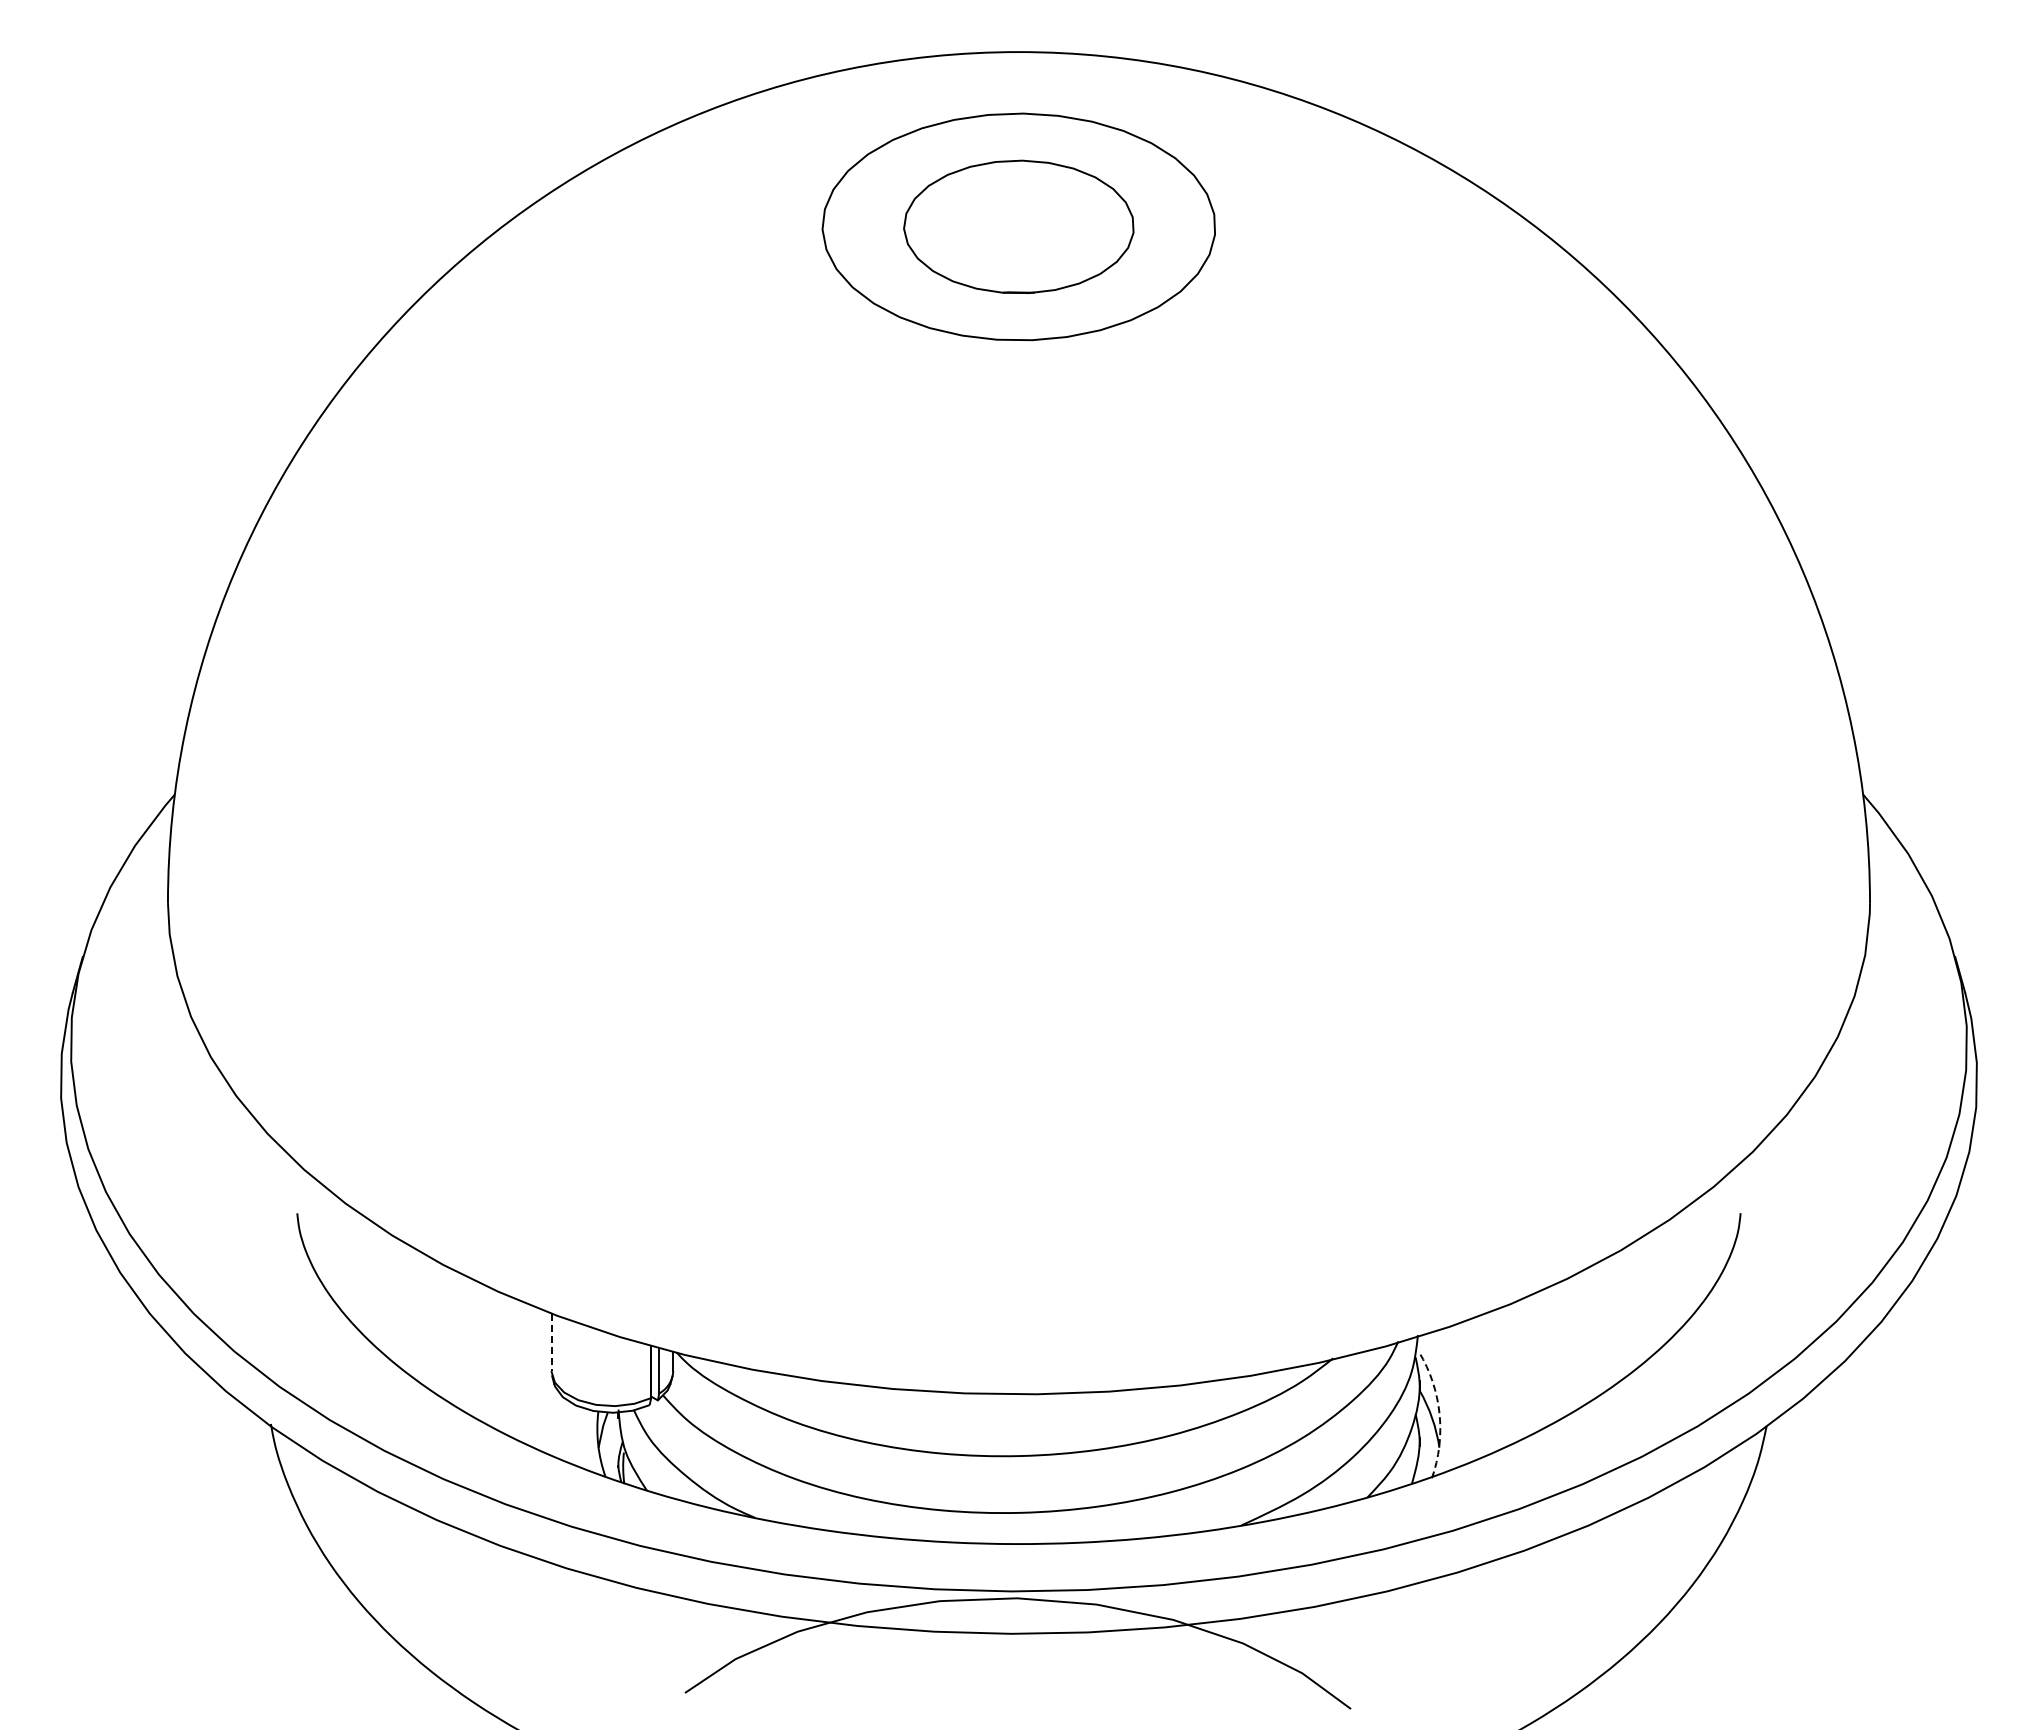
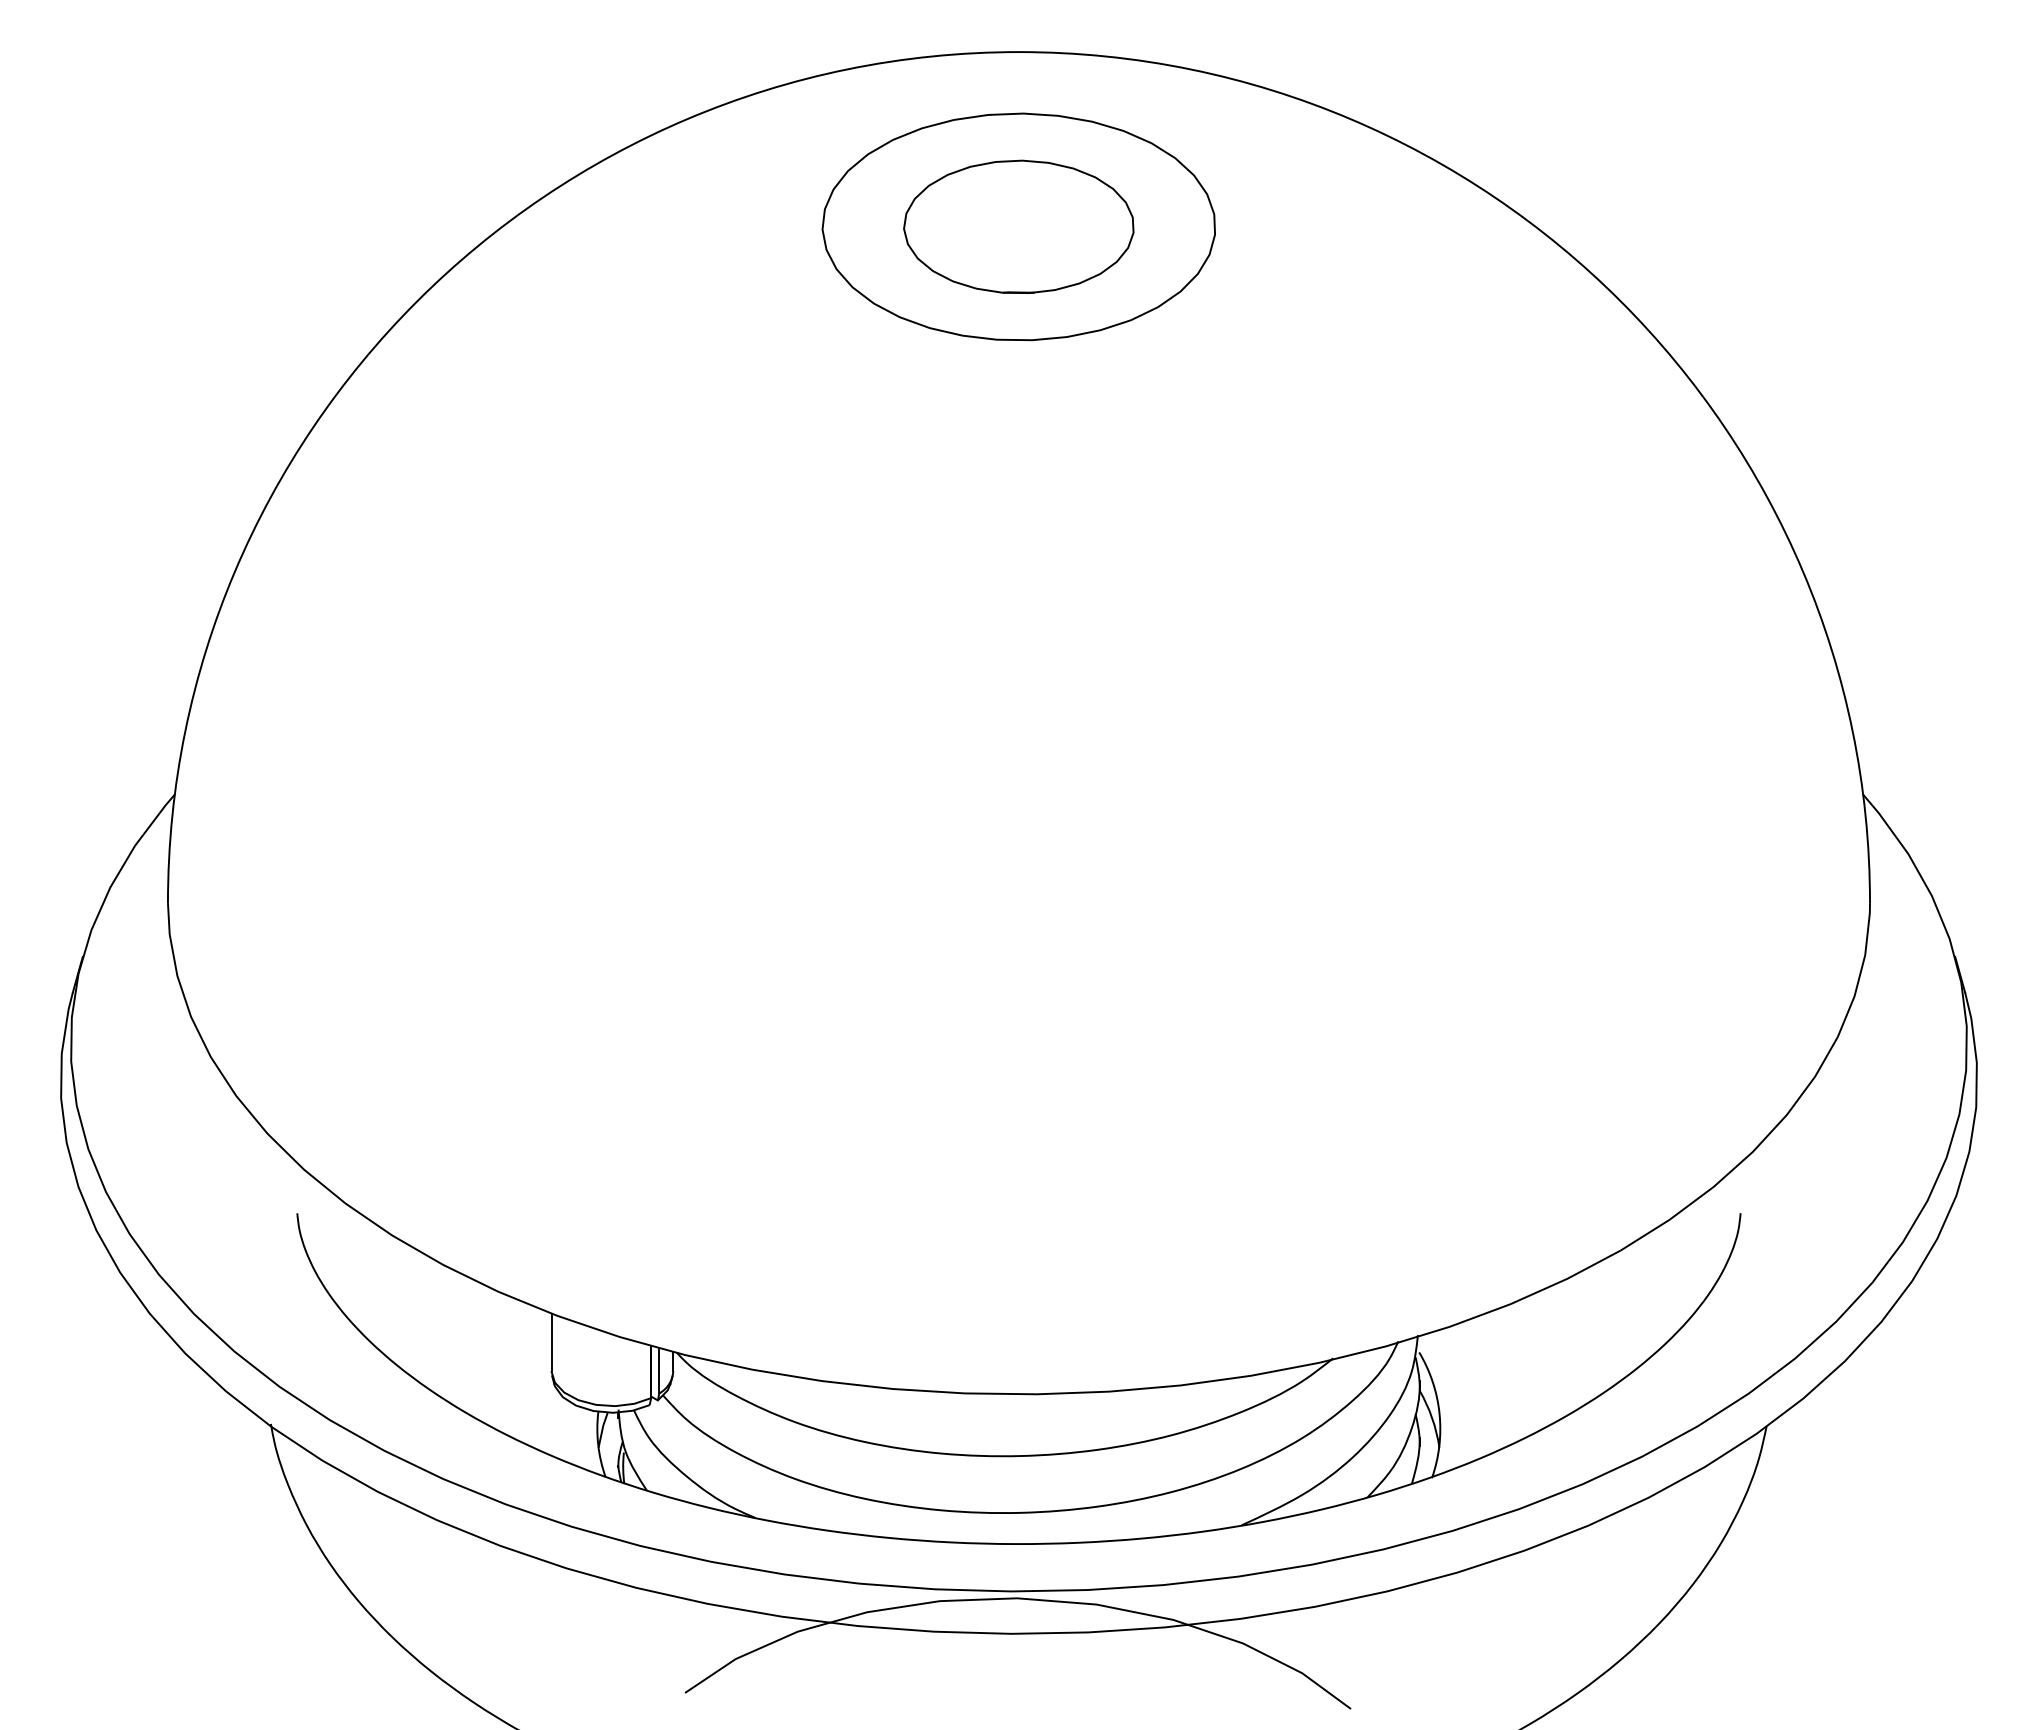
line at (551, 1342): dashed -> solid
arc at (1439, 1413): dashed -> solid
